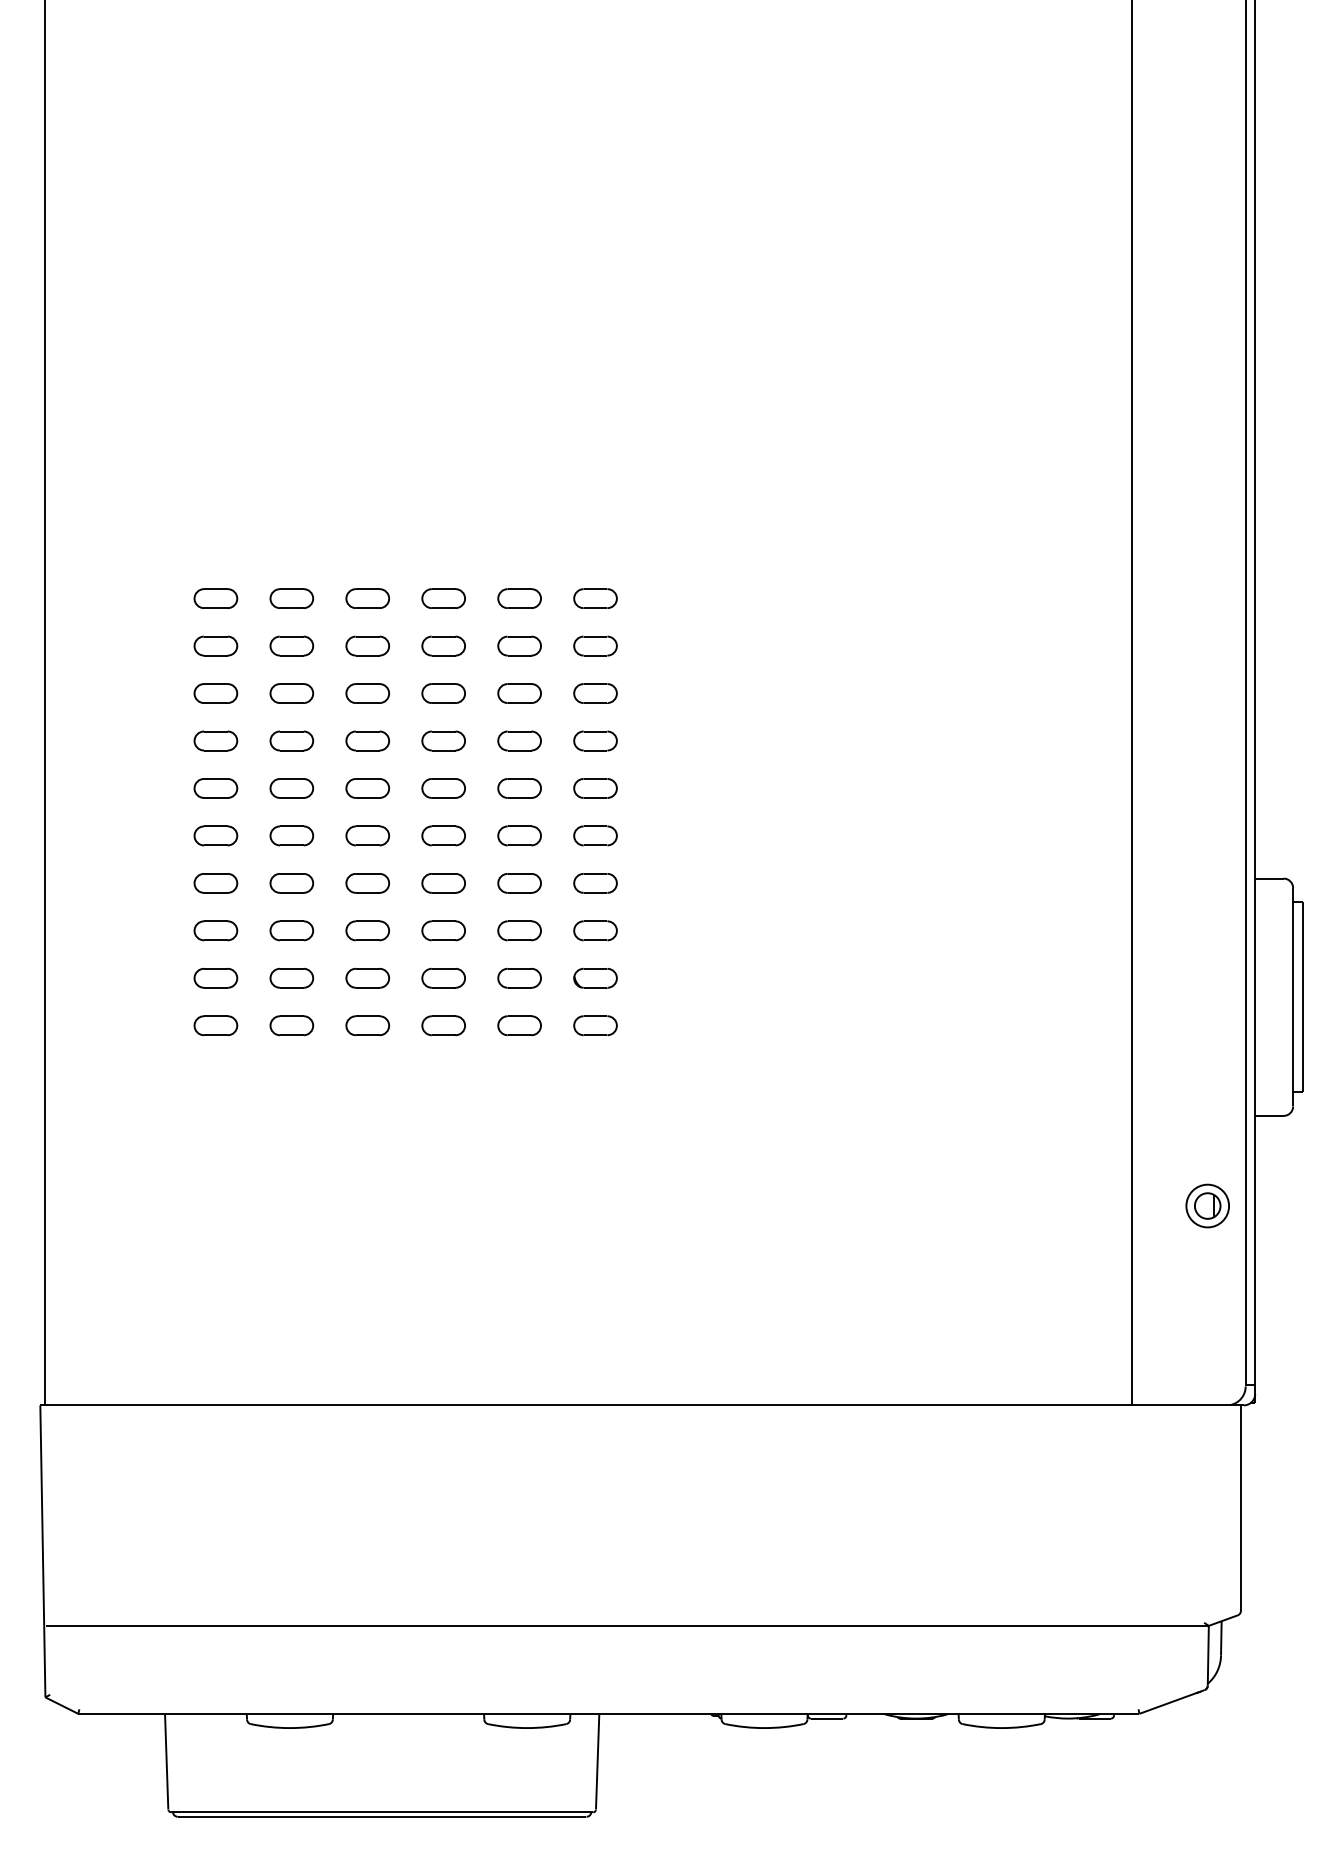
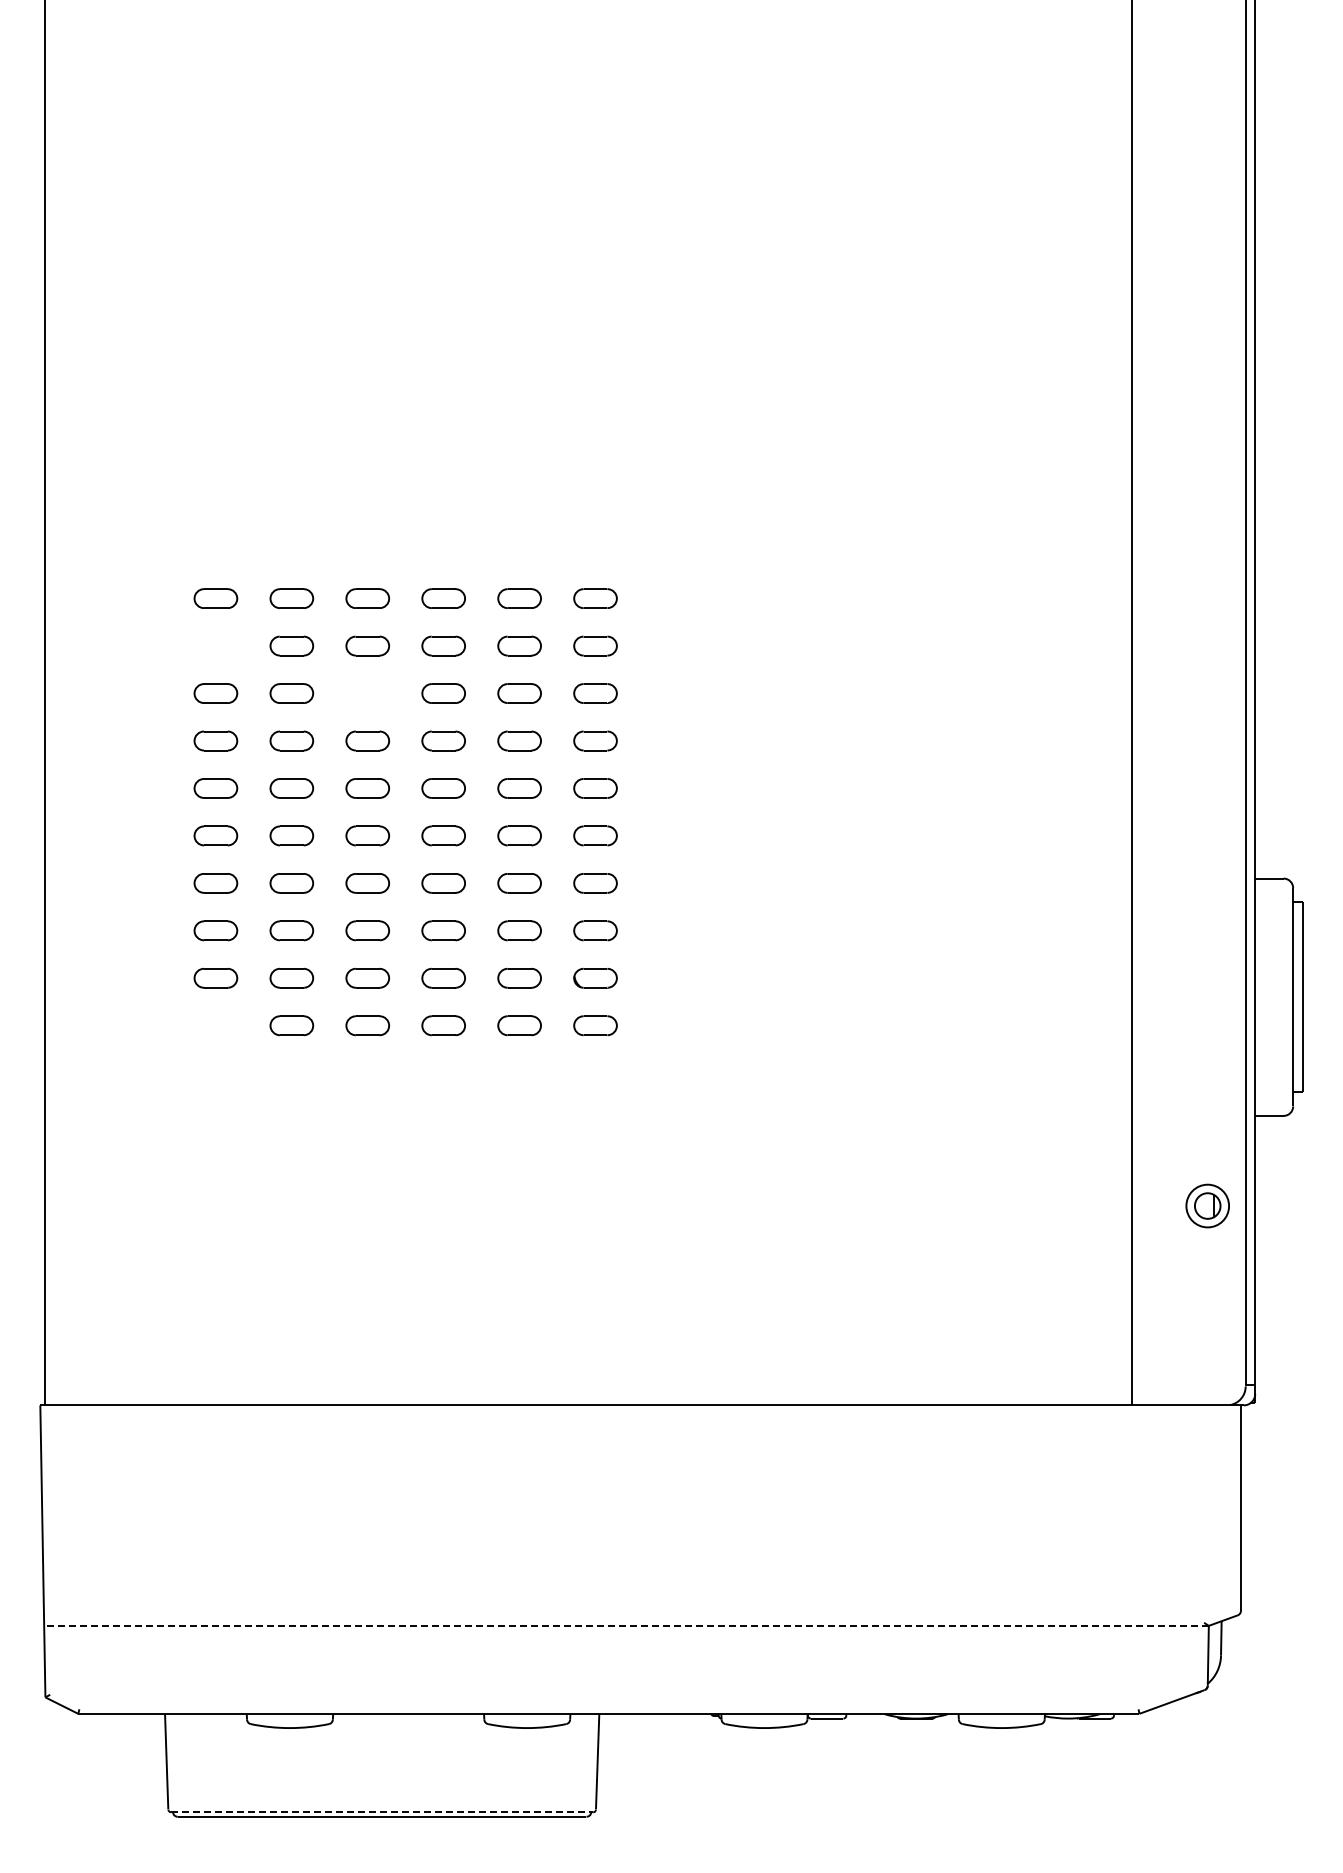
part at (215, 645): present -> none
part at (367, 693): present -> none
part at (215, 1025): present -> none
line at (627, 1625): solid -> dashed
line at (382, 1812): solid -> dashed
